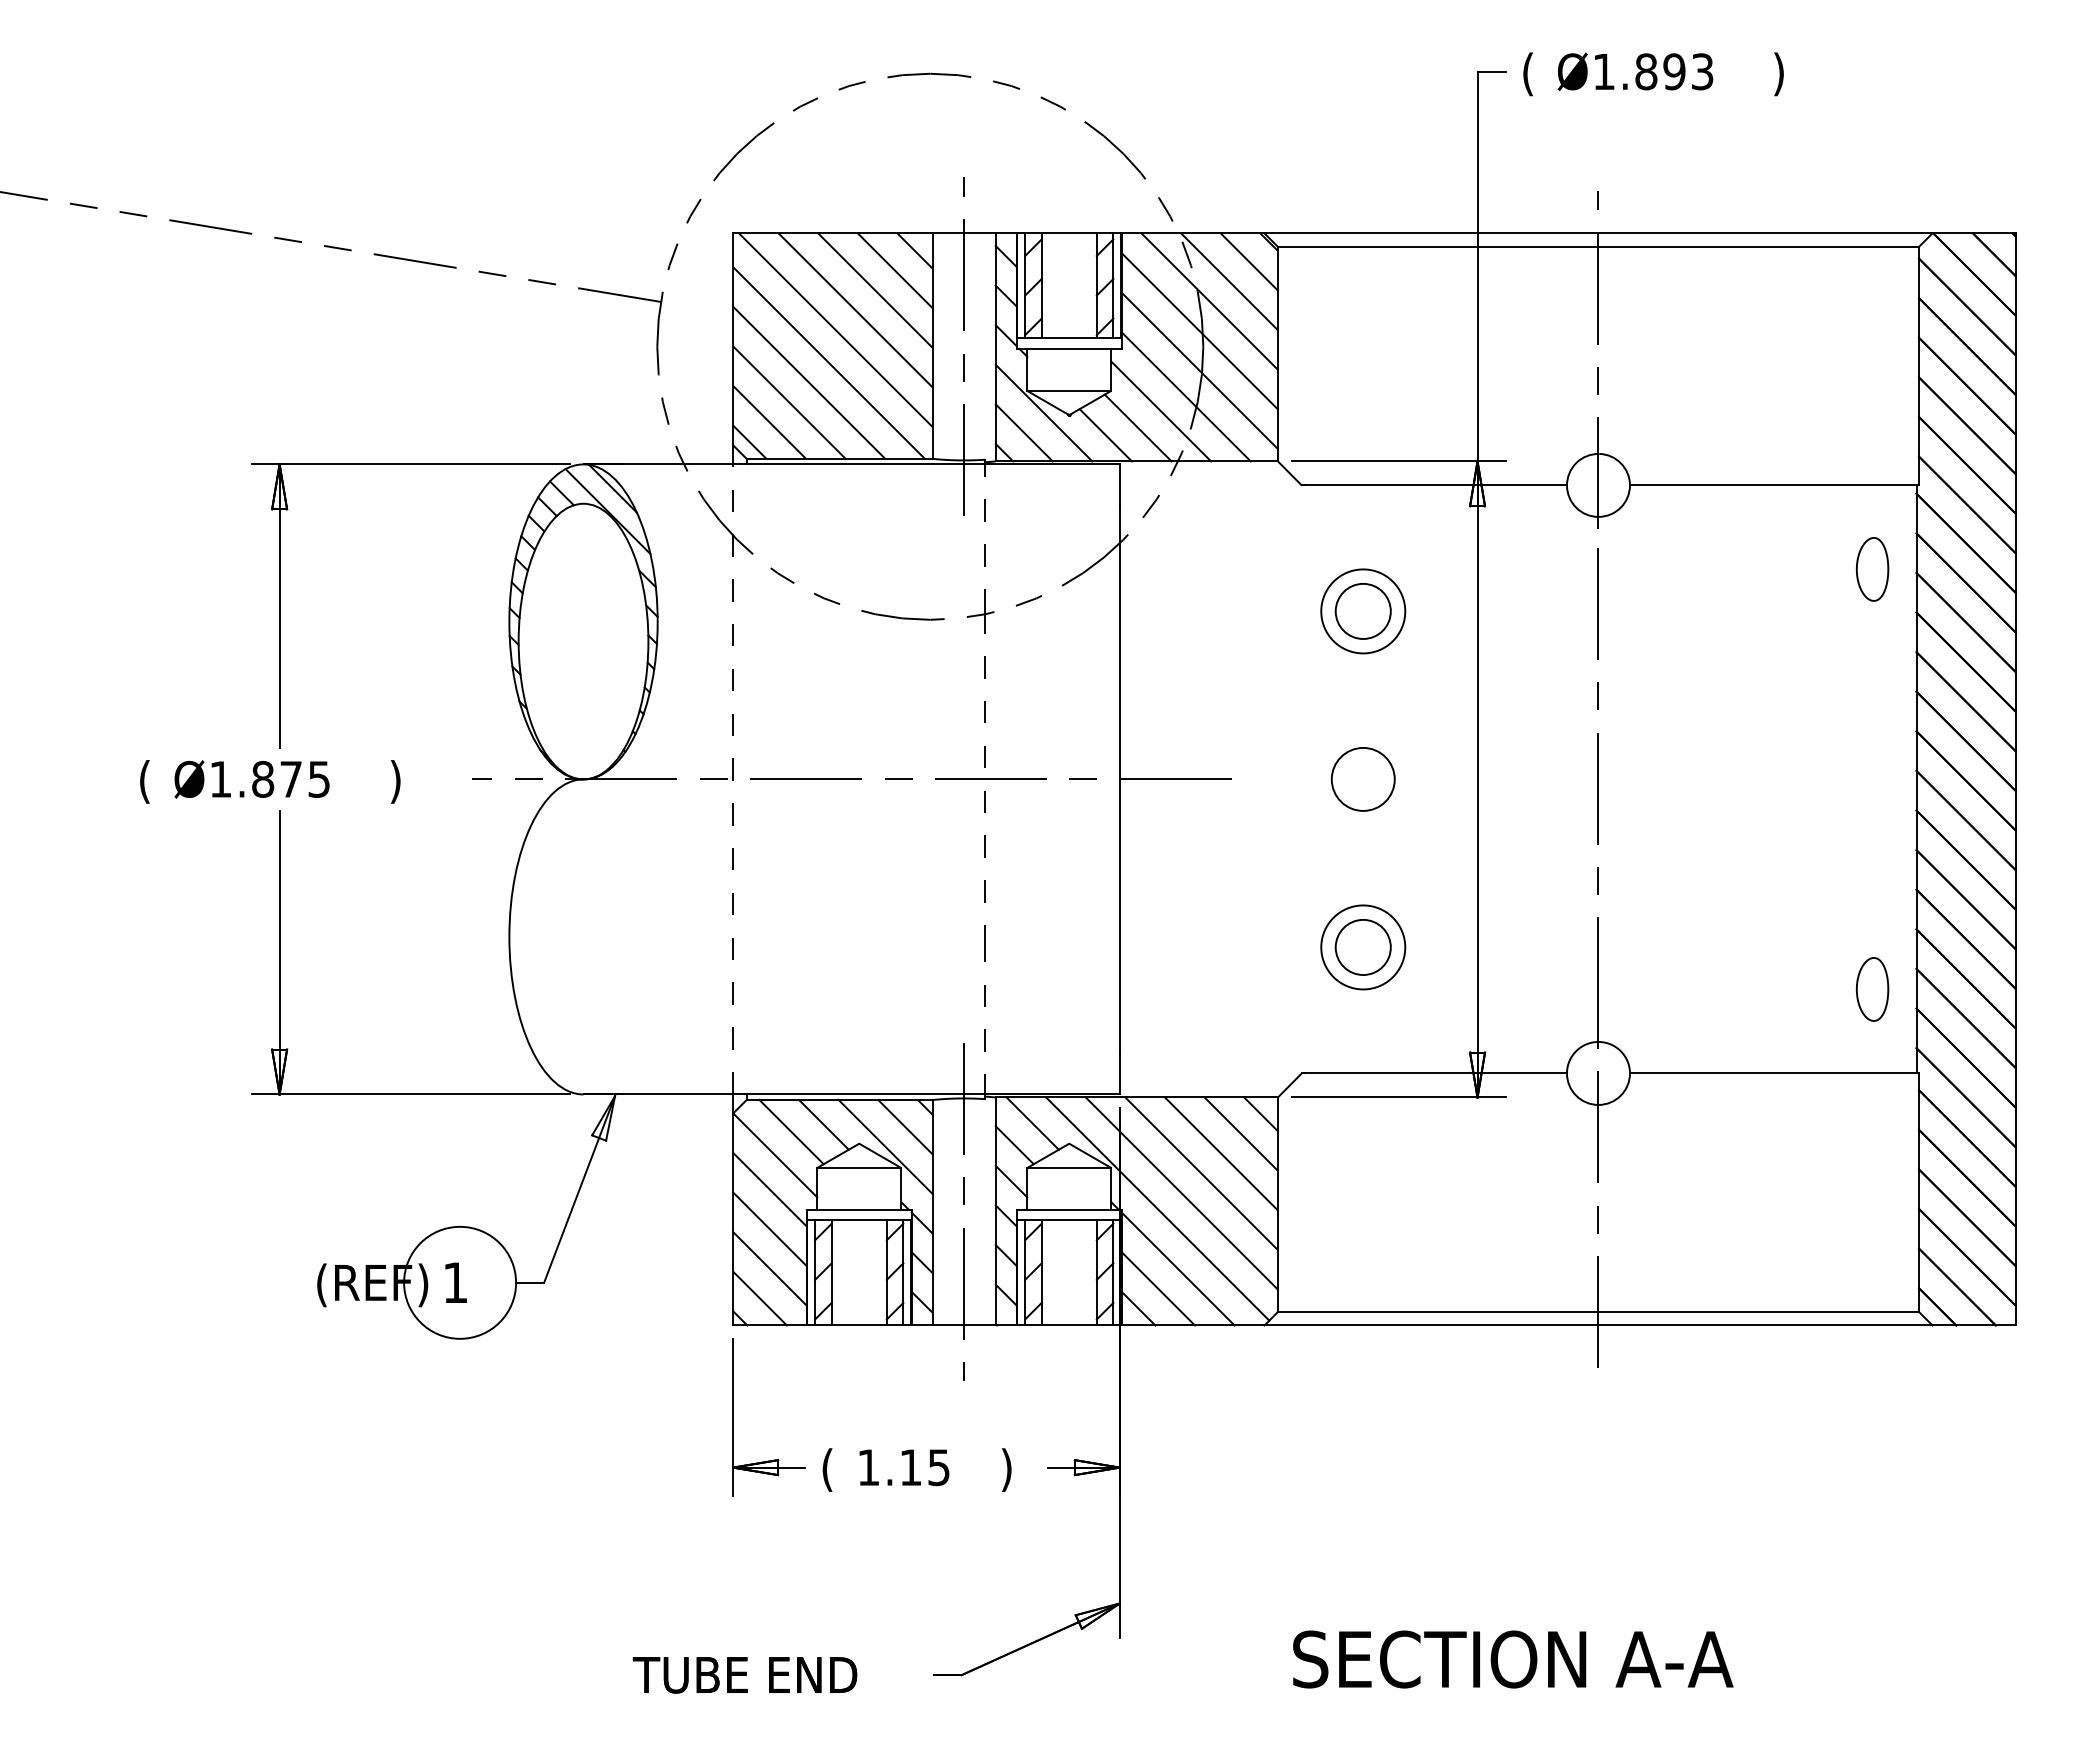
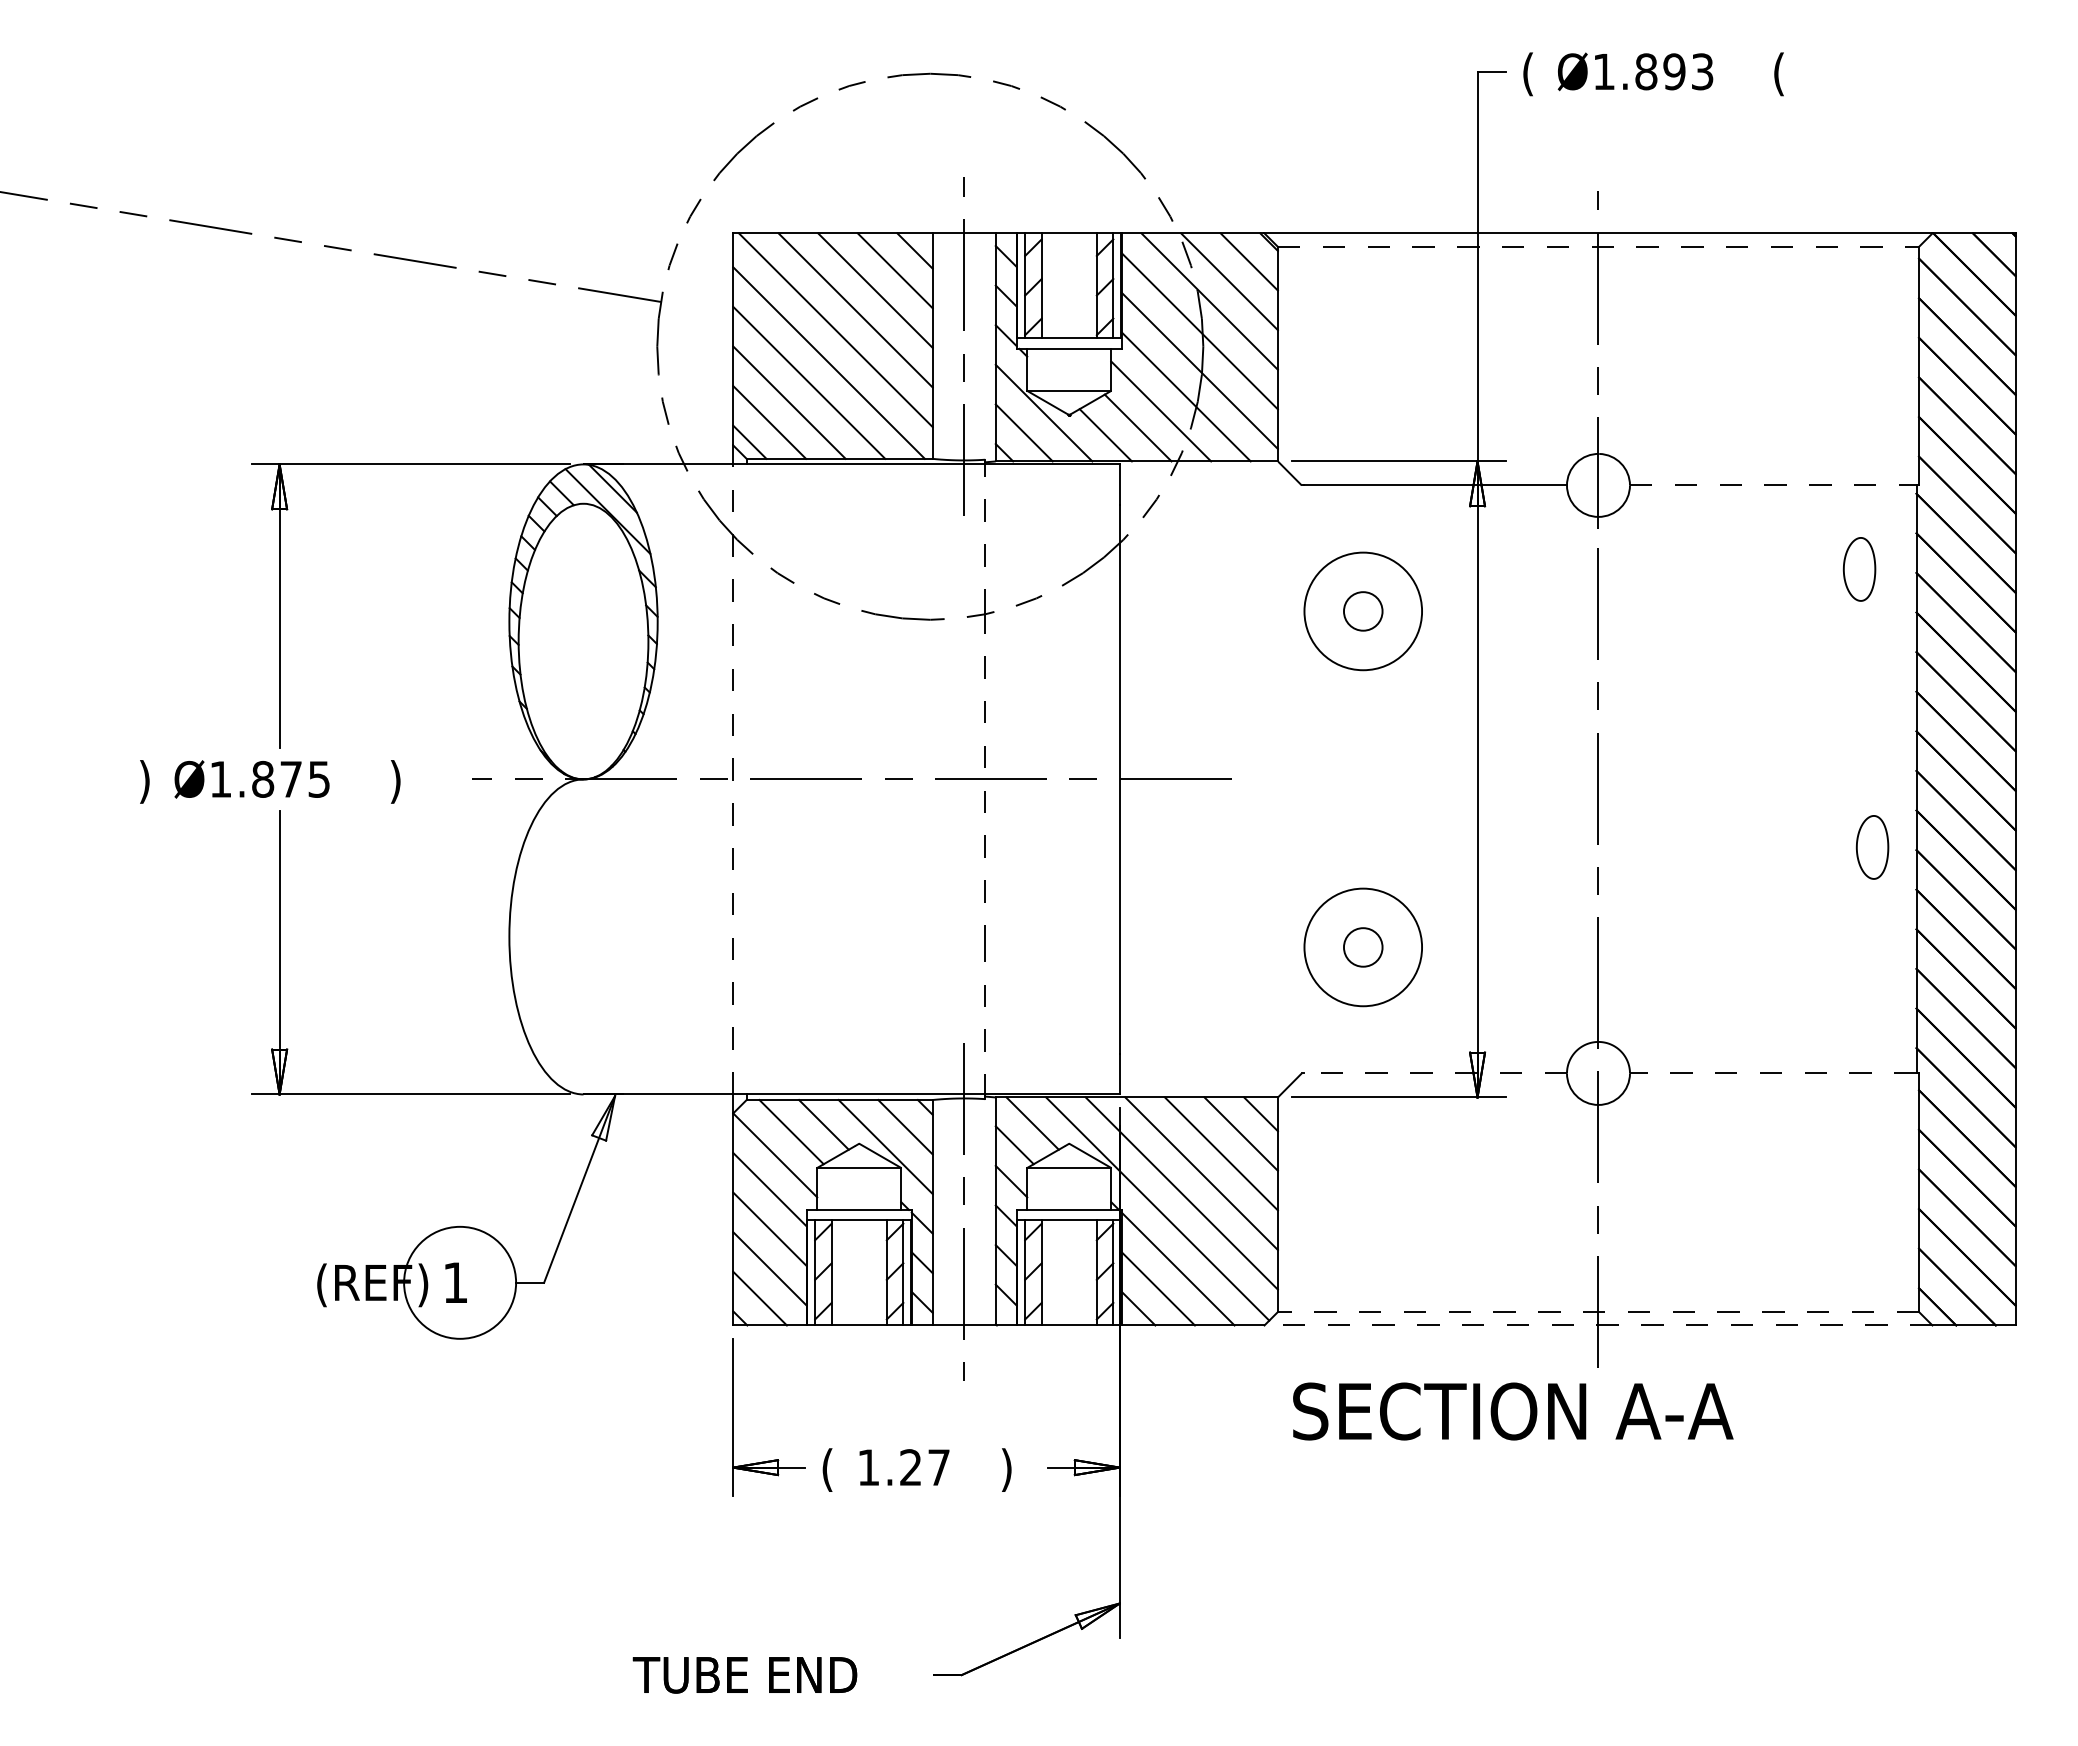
text at (1778, 74): ) -> (
line at (1598, 246): solid -> dashed
line at (1773, 485): solid -> dashed
part at (1872, 569) position: (1872, 569) -> (1859, 569)
circle at (1362, 610) diameter: 55 px -> 39 px
circle at (1363, 611) diameter: 84 px -> 118 px
circle at (1362, 779): present -> none
text at (144, 781): ( -> )
circle at (1362, 947) diameter: 55 px -> 39 px
circle at (1363, 947) diameter: 84 px -> 118 px
part at (1872, 989) position: (1872, 989) -> (1872, 847)
line at (1435, 1073): solid -> dashed
line at (1772, 1073): solid -> dashed
line at (1598, 1312): solid -> dashed
line at (1598, 1325): solid -> dashed
text at (924, 1467): 1.15 -> 1.27
text at (1513, 1659) position: (1513, 1659) -> (1513, 1411)
